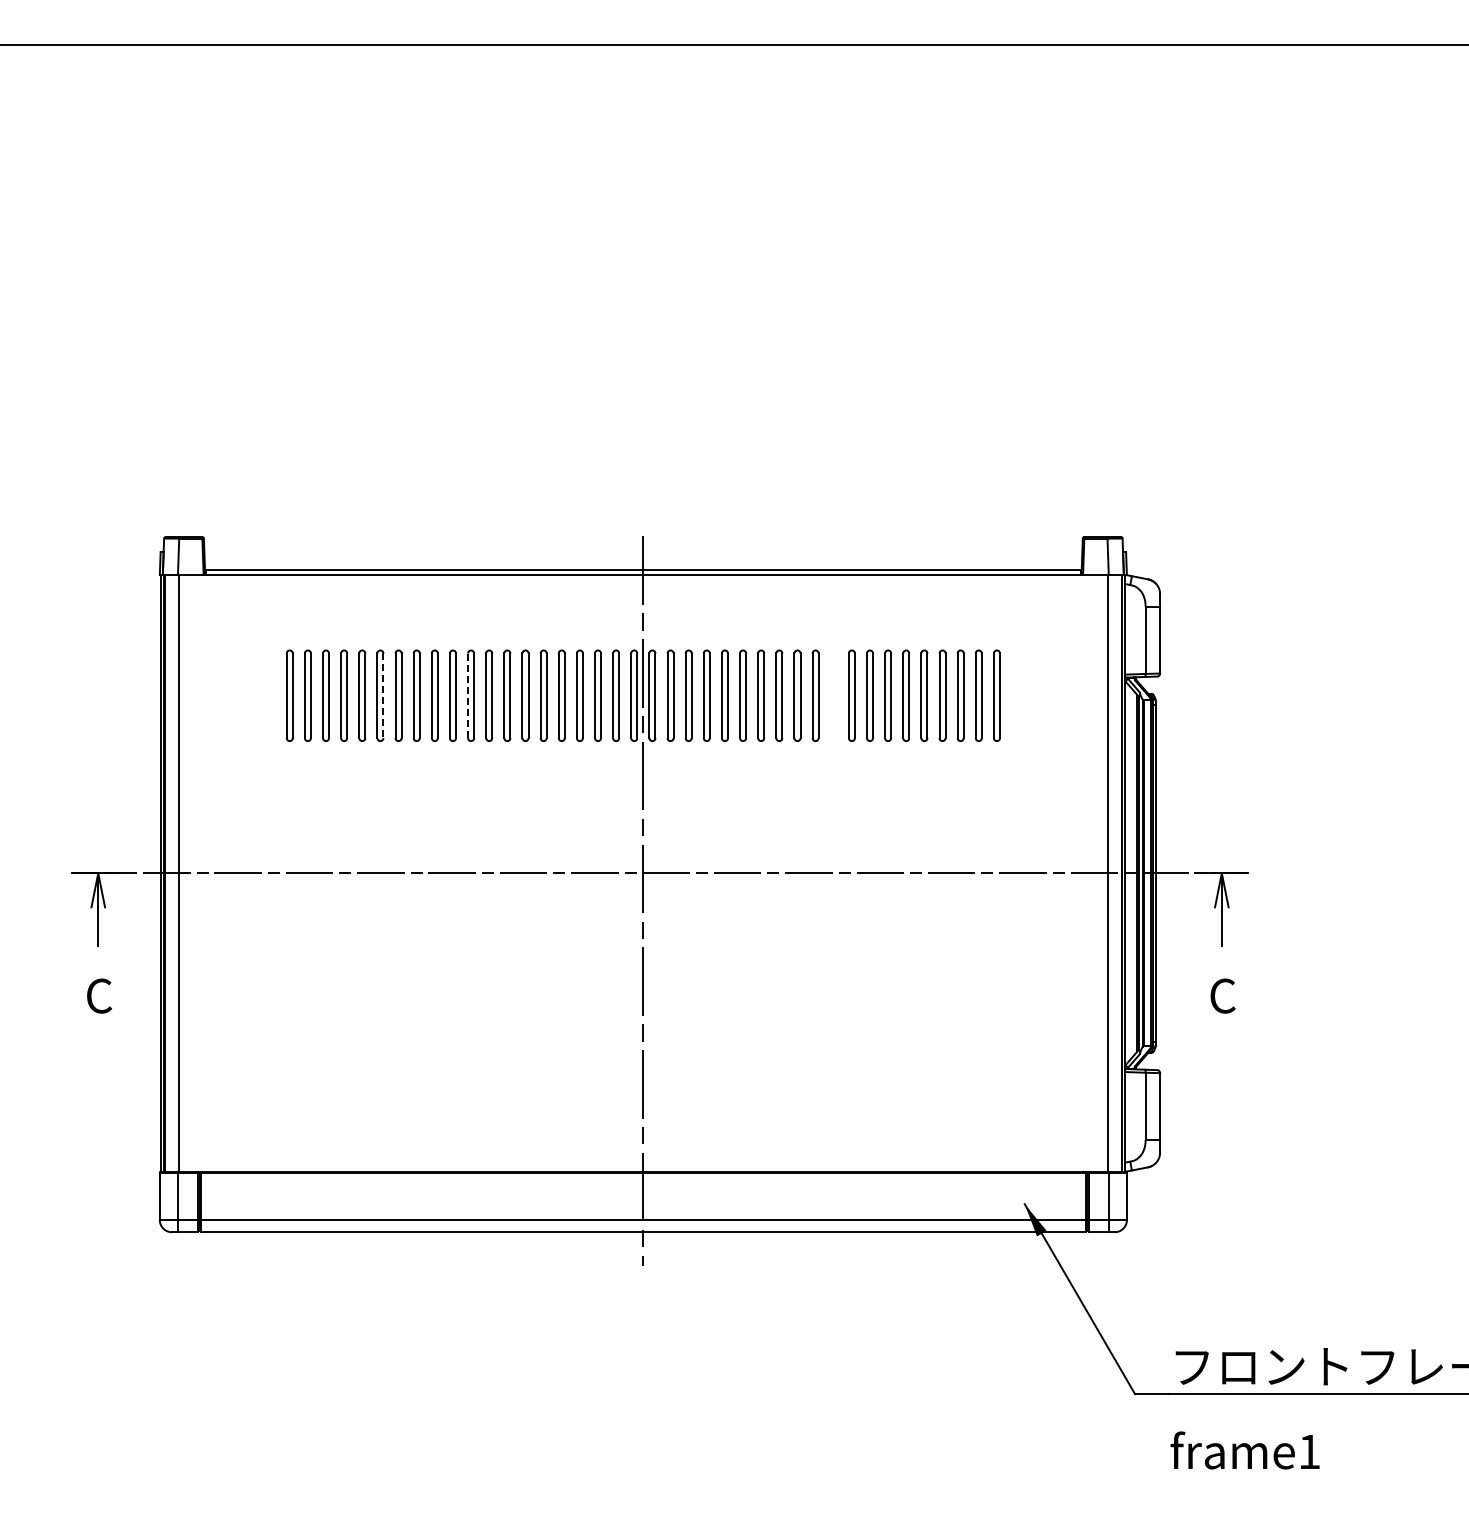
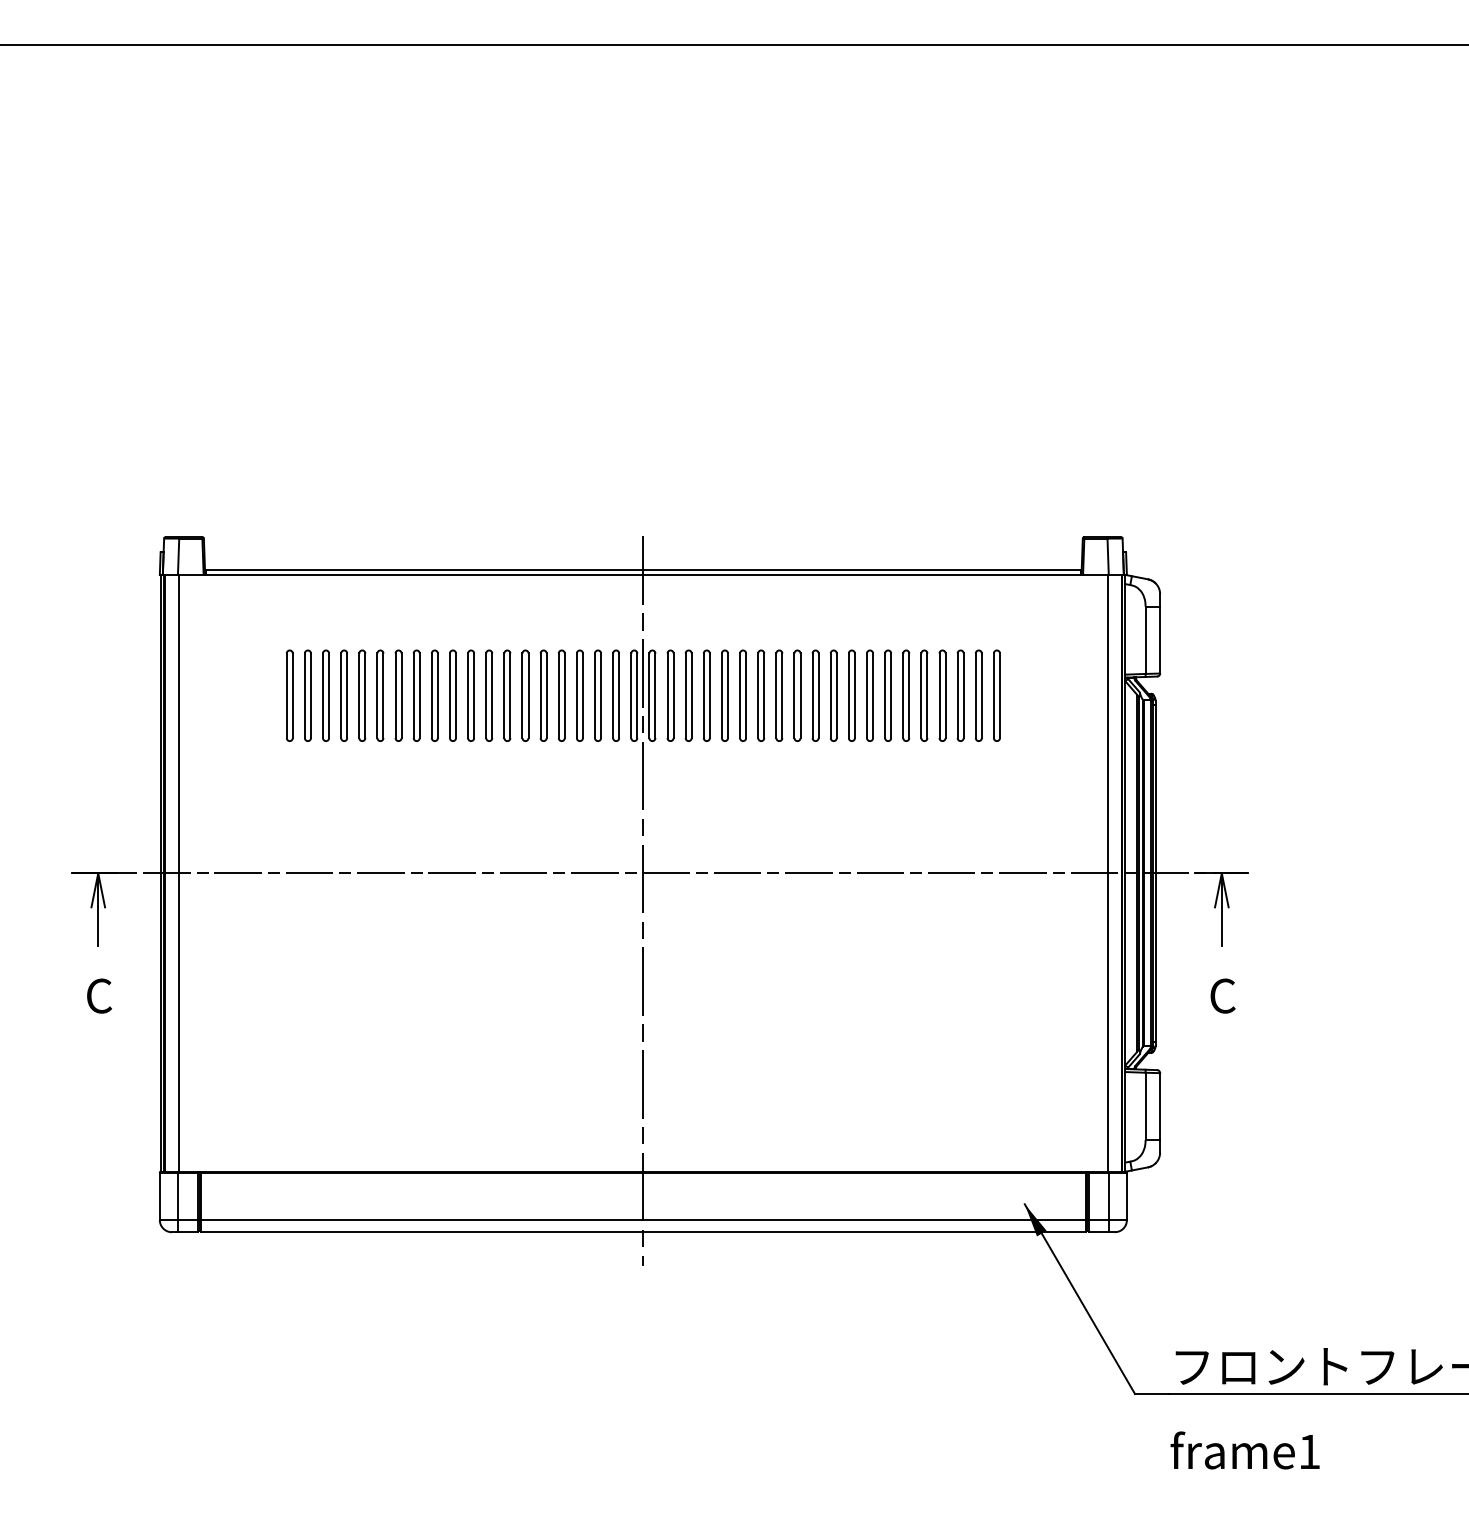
line at (468, 695): dashed -> solid
part at (833, 695): none -> present
line at (383, 696): dashed -> solid
